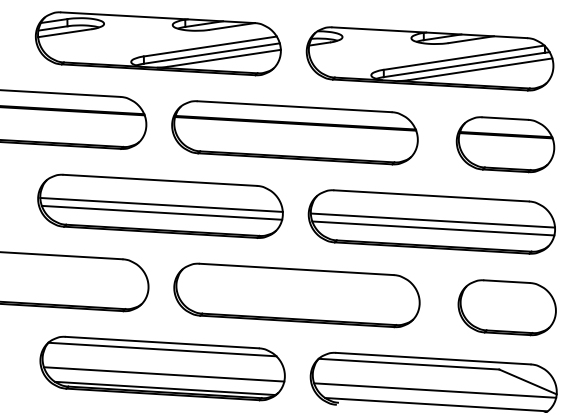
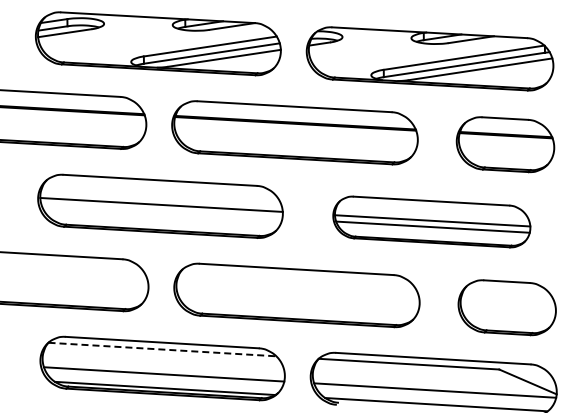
line at (161, 212): present -> none
part at (431, 221) size: 249x66 px -> 200x54 px
line at (162, 349): solid -> dashed
